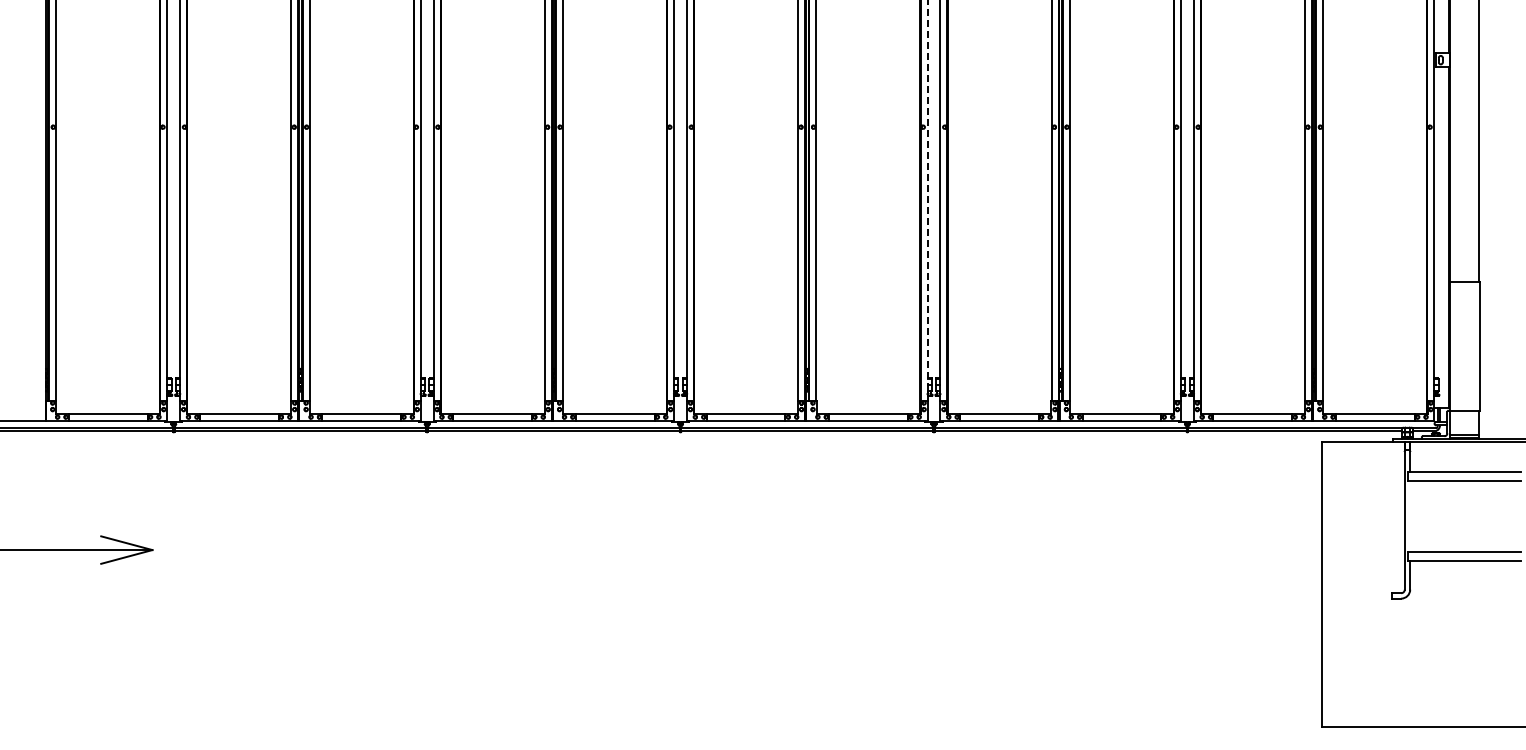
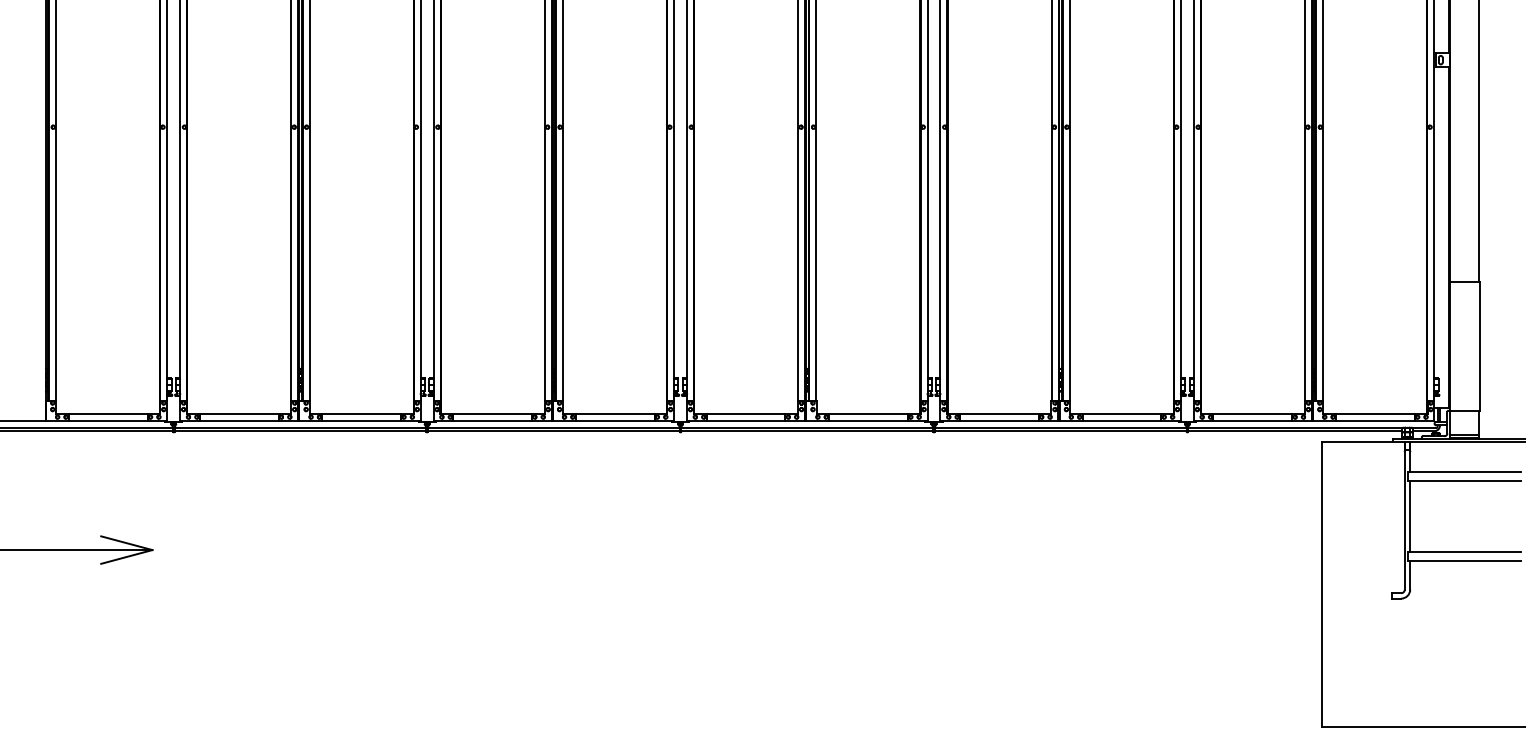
line at (927, 200): dashed -> solid
line at (1410, 516): none -> present
